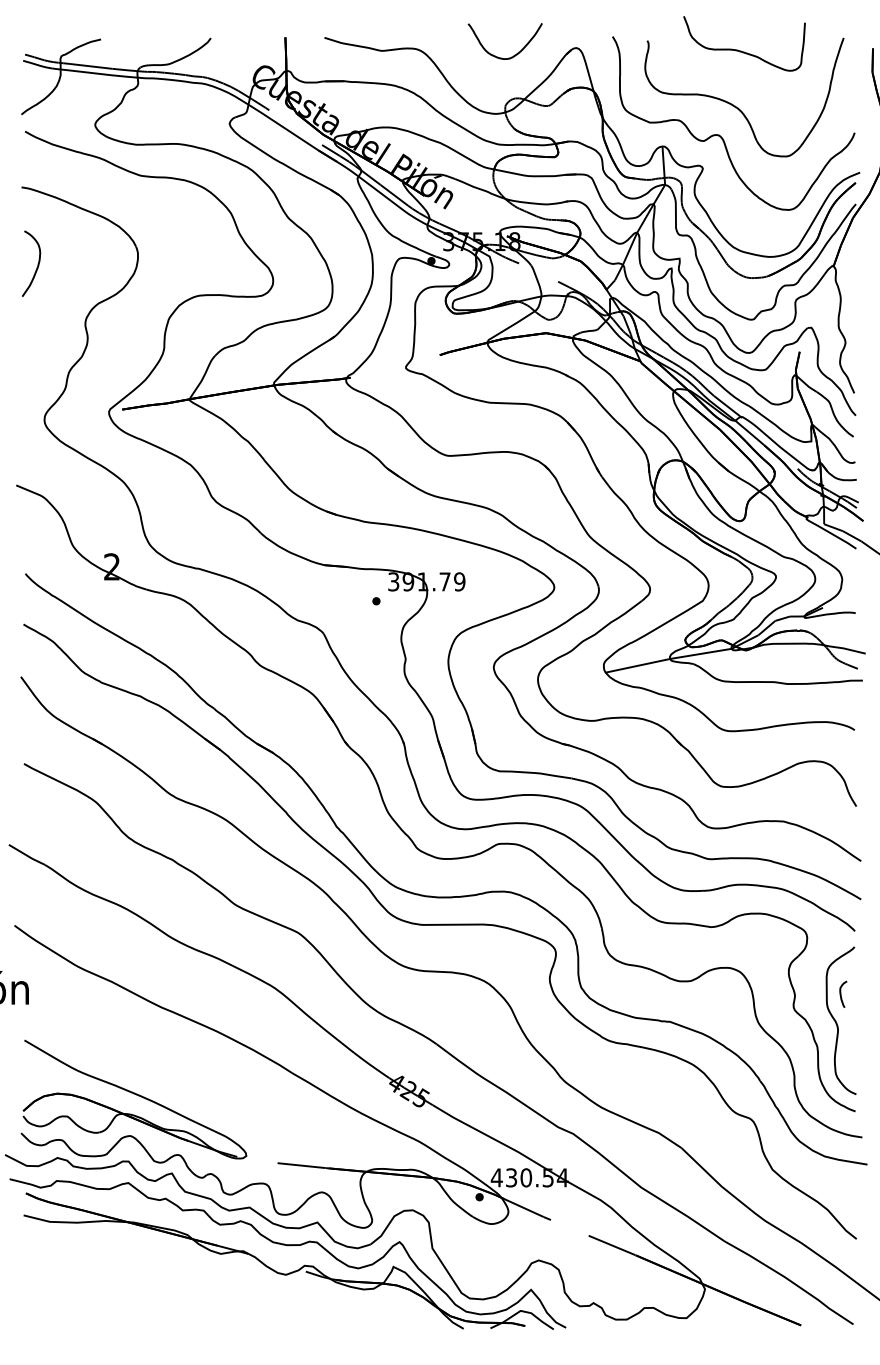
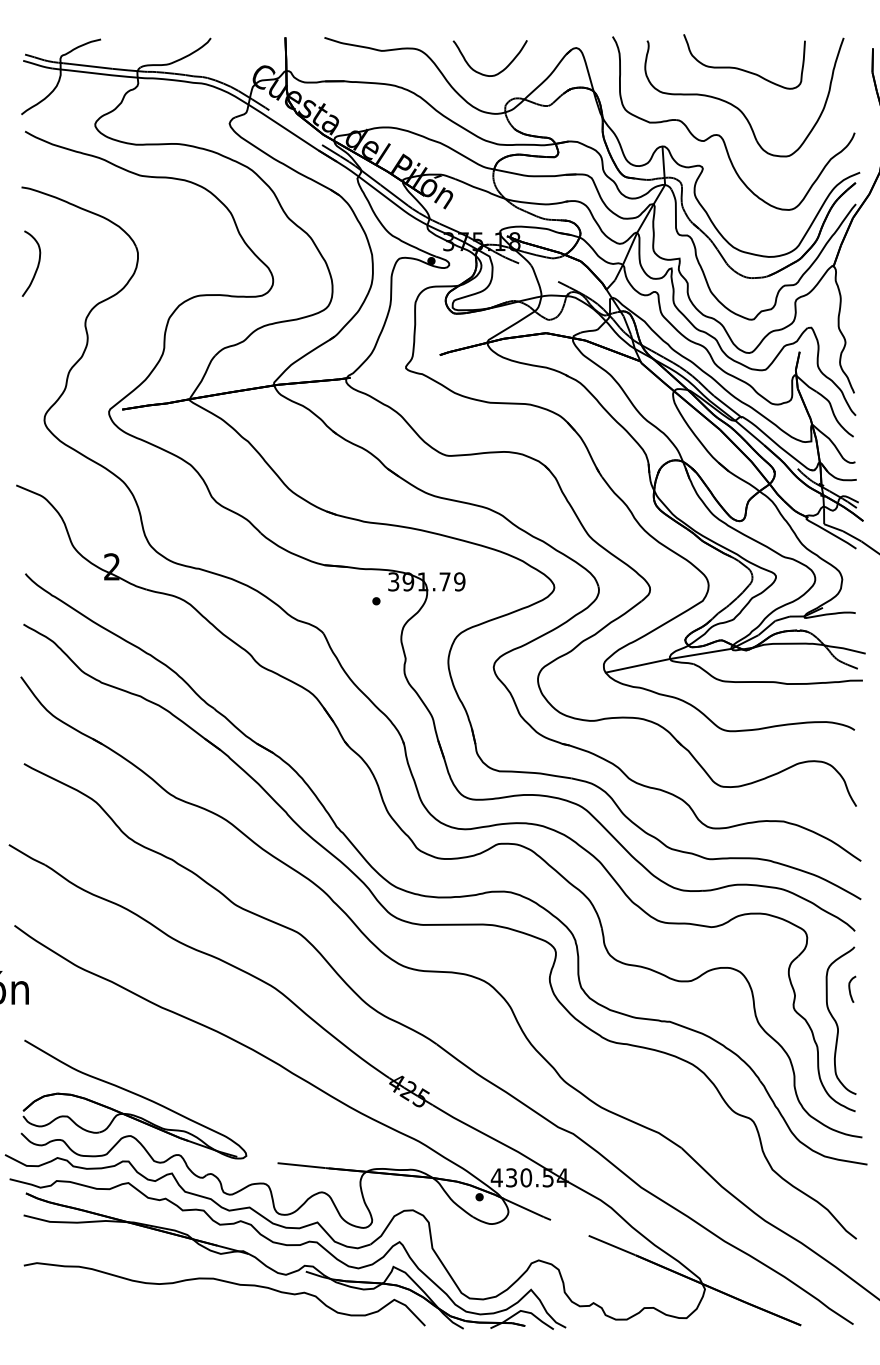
curve at (741, 50) position: (741, 50) -> (741, 68)
curve at (502, 57) position: (502, 57) -> (487, 74)
curve at (841, 993) position: (841, 993) -> (850, 988)
curve at (224, 1282): none -> present
